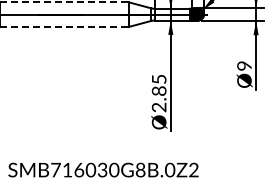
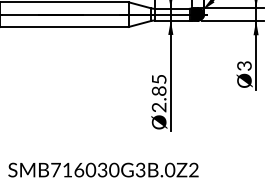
line at (64, 2): dashed -> solid
line at (64, 27): dashed -> solid
text at (244, 65): 9 -> 3
text at (140, 169): SMB716030G8B.0Z2 -> SMB716030G3B.0Z2
